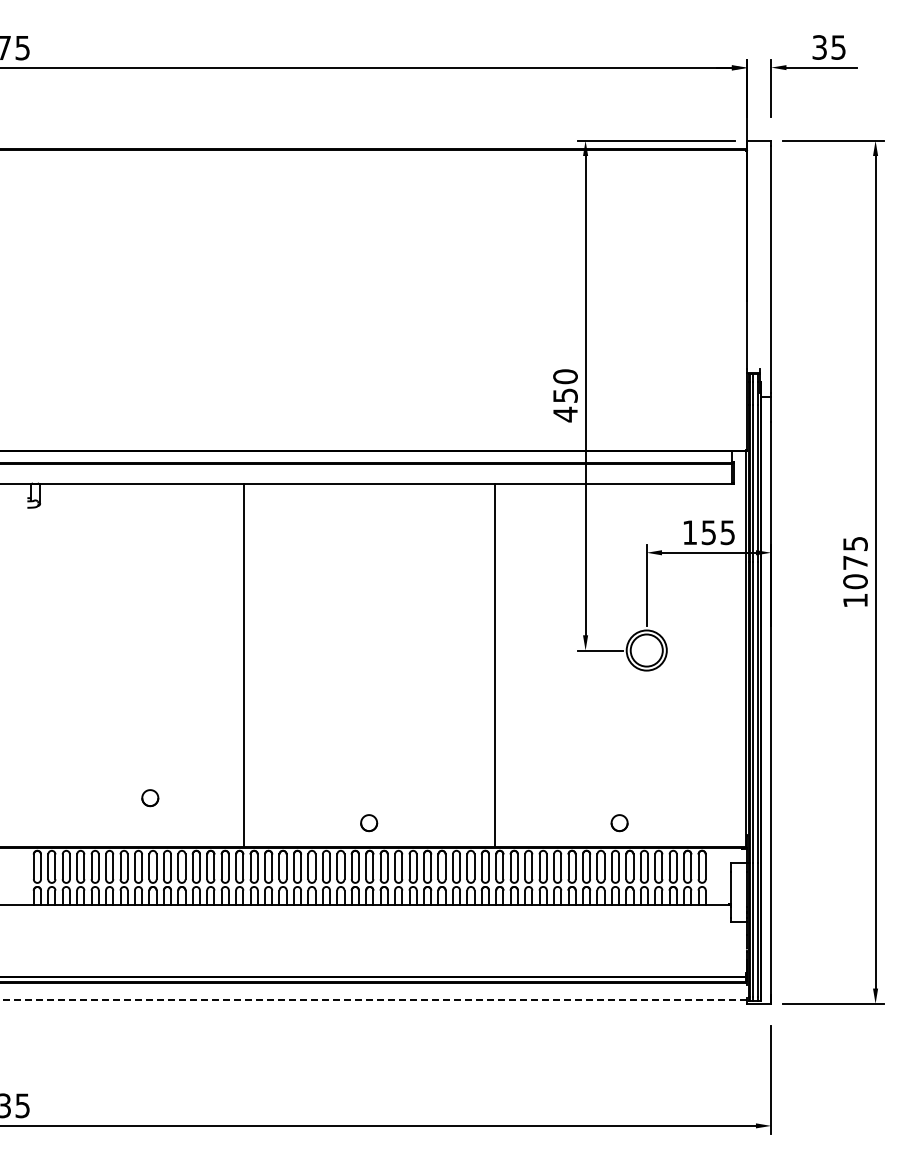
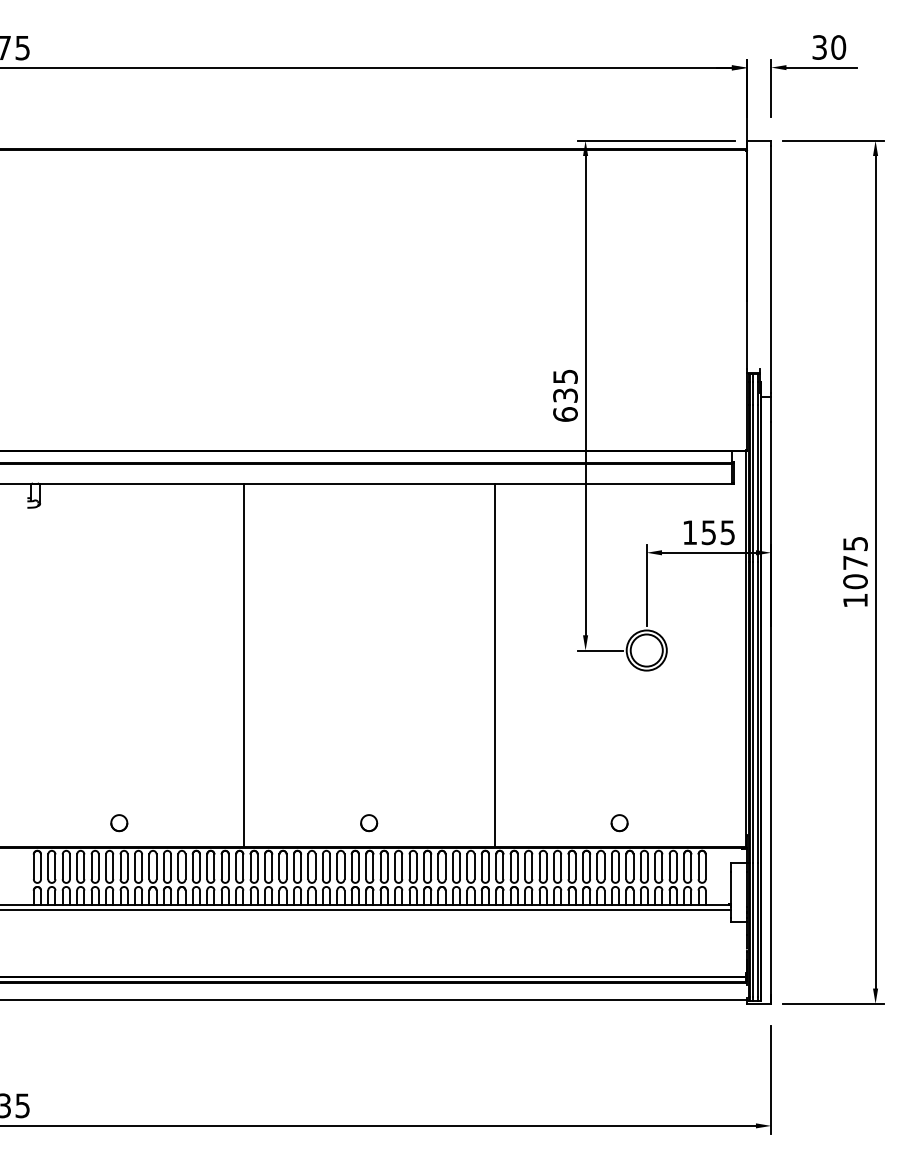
text at (838, 47): 35 -> 30
text at (565, 395): 450 -> 635
part at (150, 798) position: (150, 798) -> (119, 823)
line at (366, 909): none -> present
line at (373, 999): dashed -> solid
